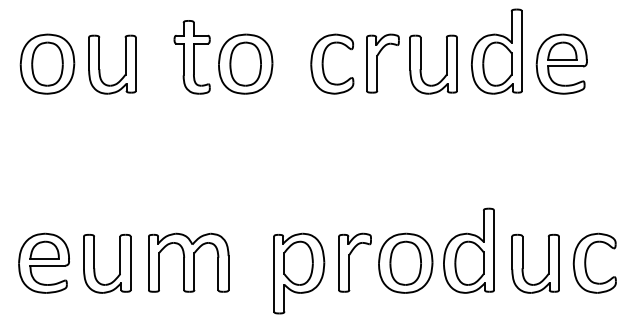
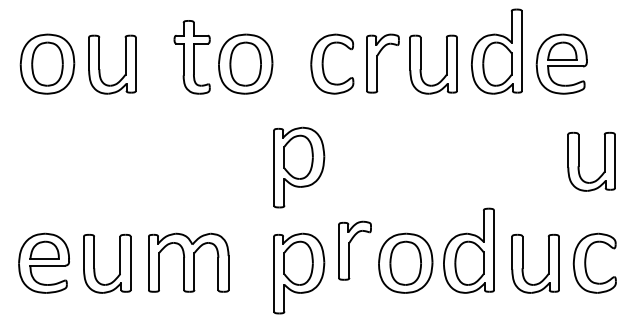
part at (579, 161): none -> present
part at (299, 167): none -> present
part at (354, 262) position: (354, 262) -> (354, 250)
